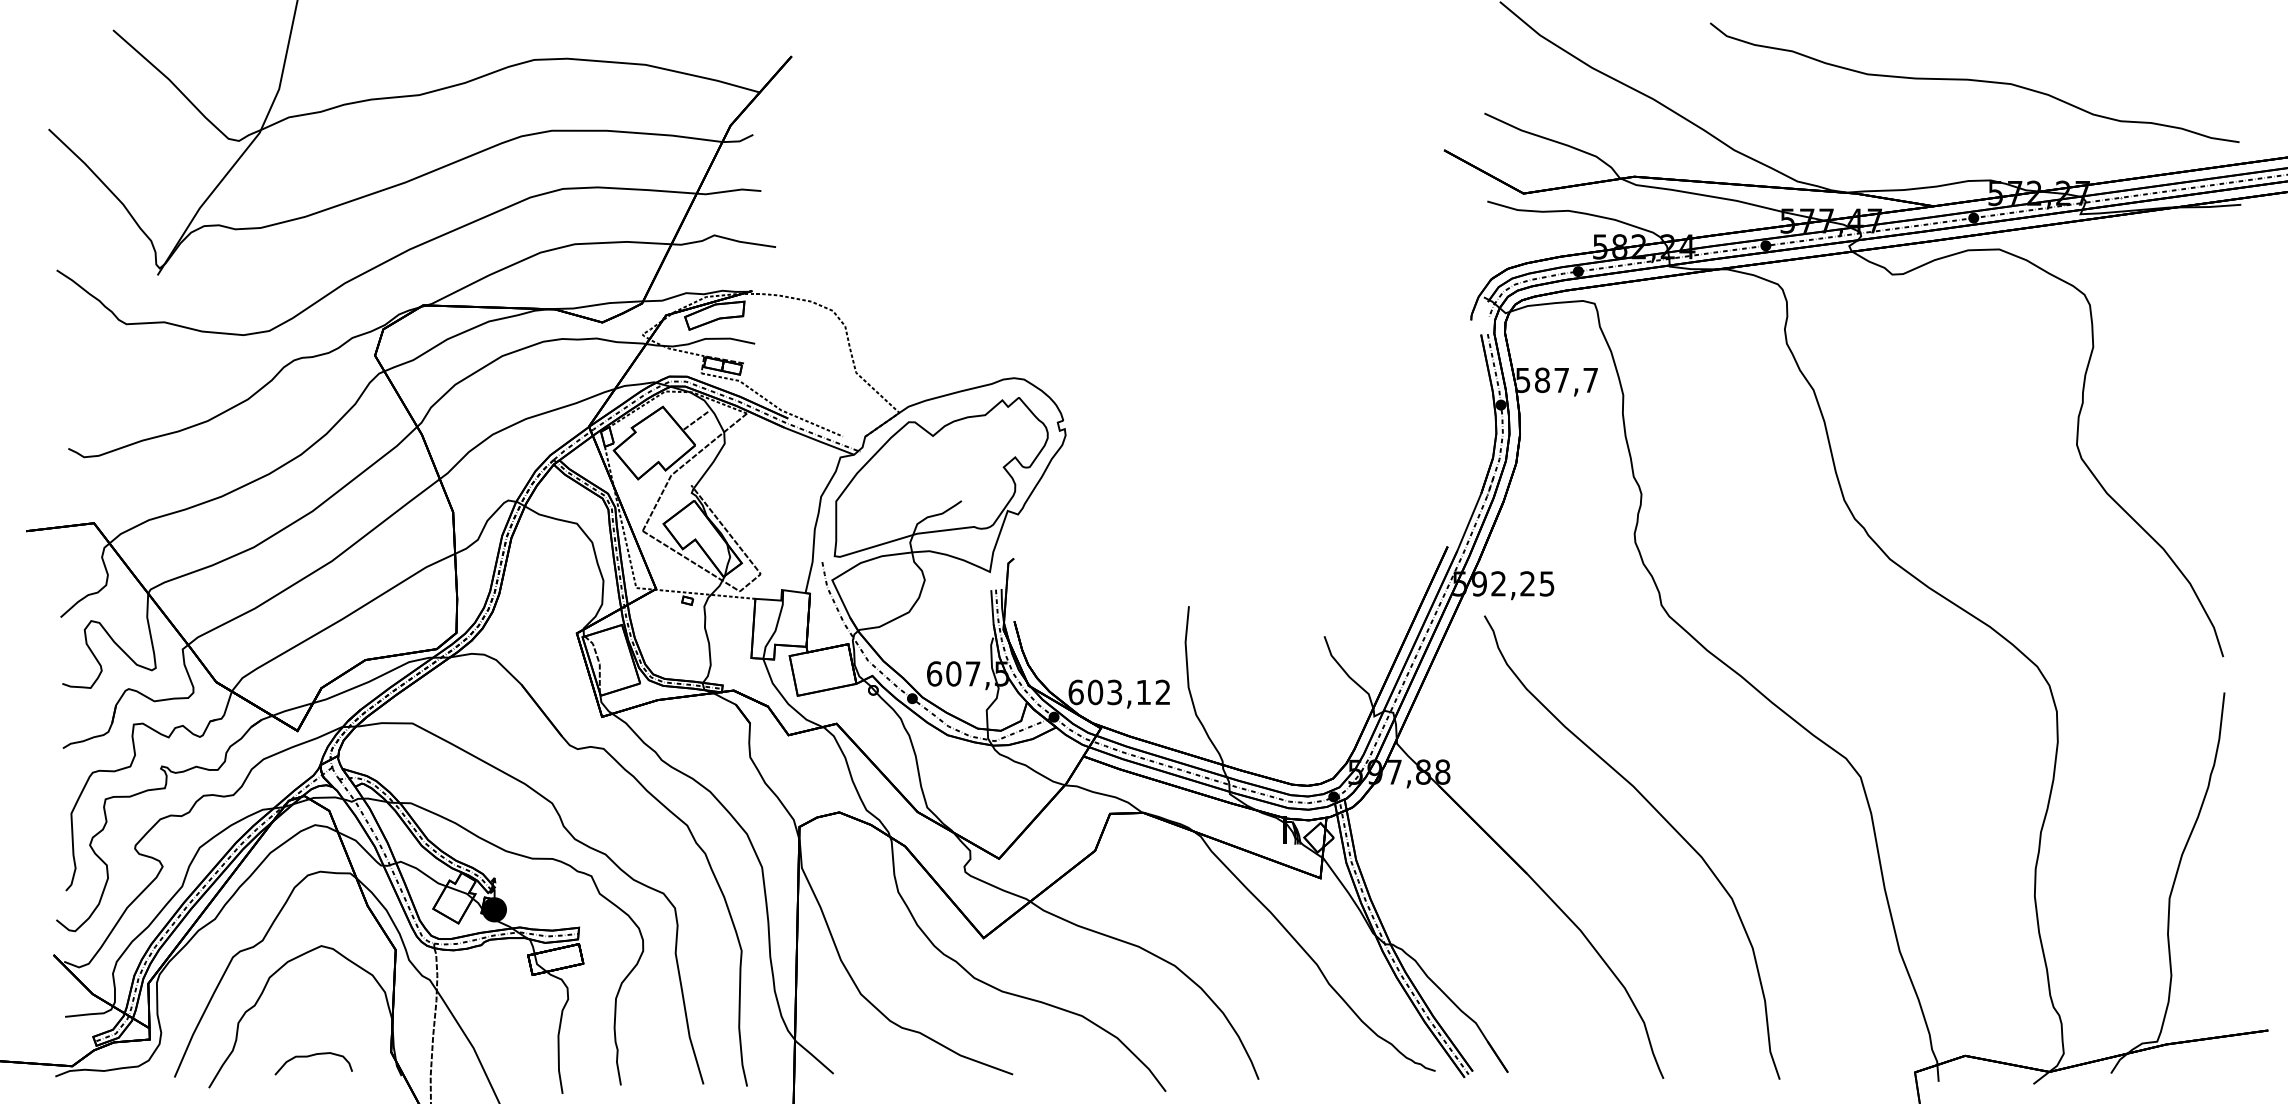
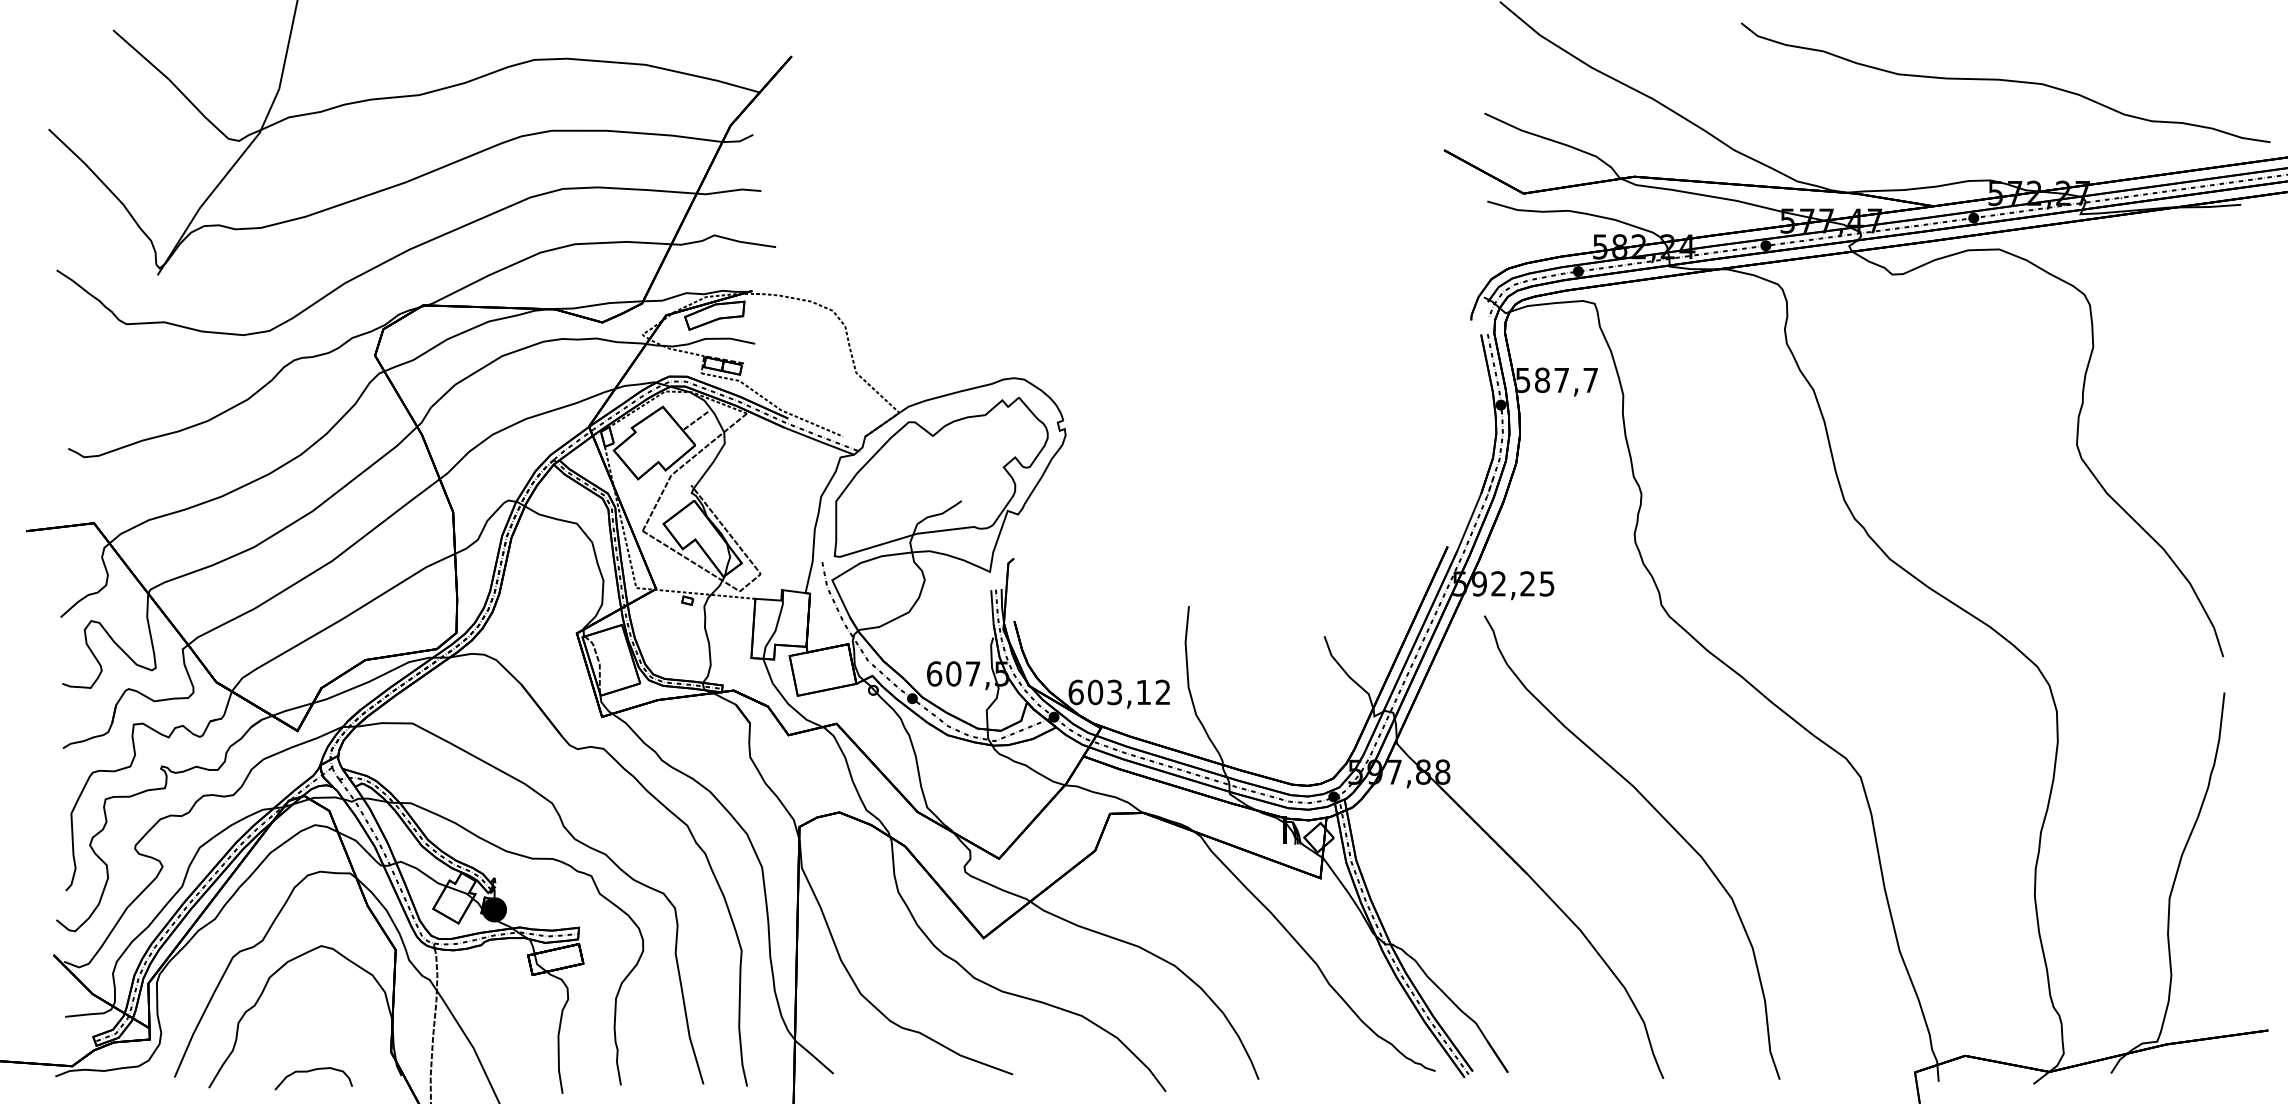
curve at (1974, 81) position: (1974, 81) -> (2005, 81)
curve at (312, 1056) position: (312, 1056) -> (312, 1071)
